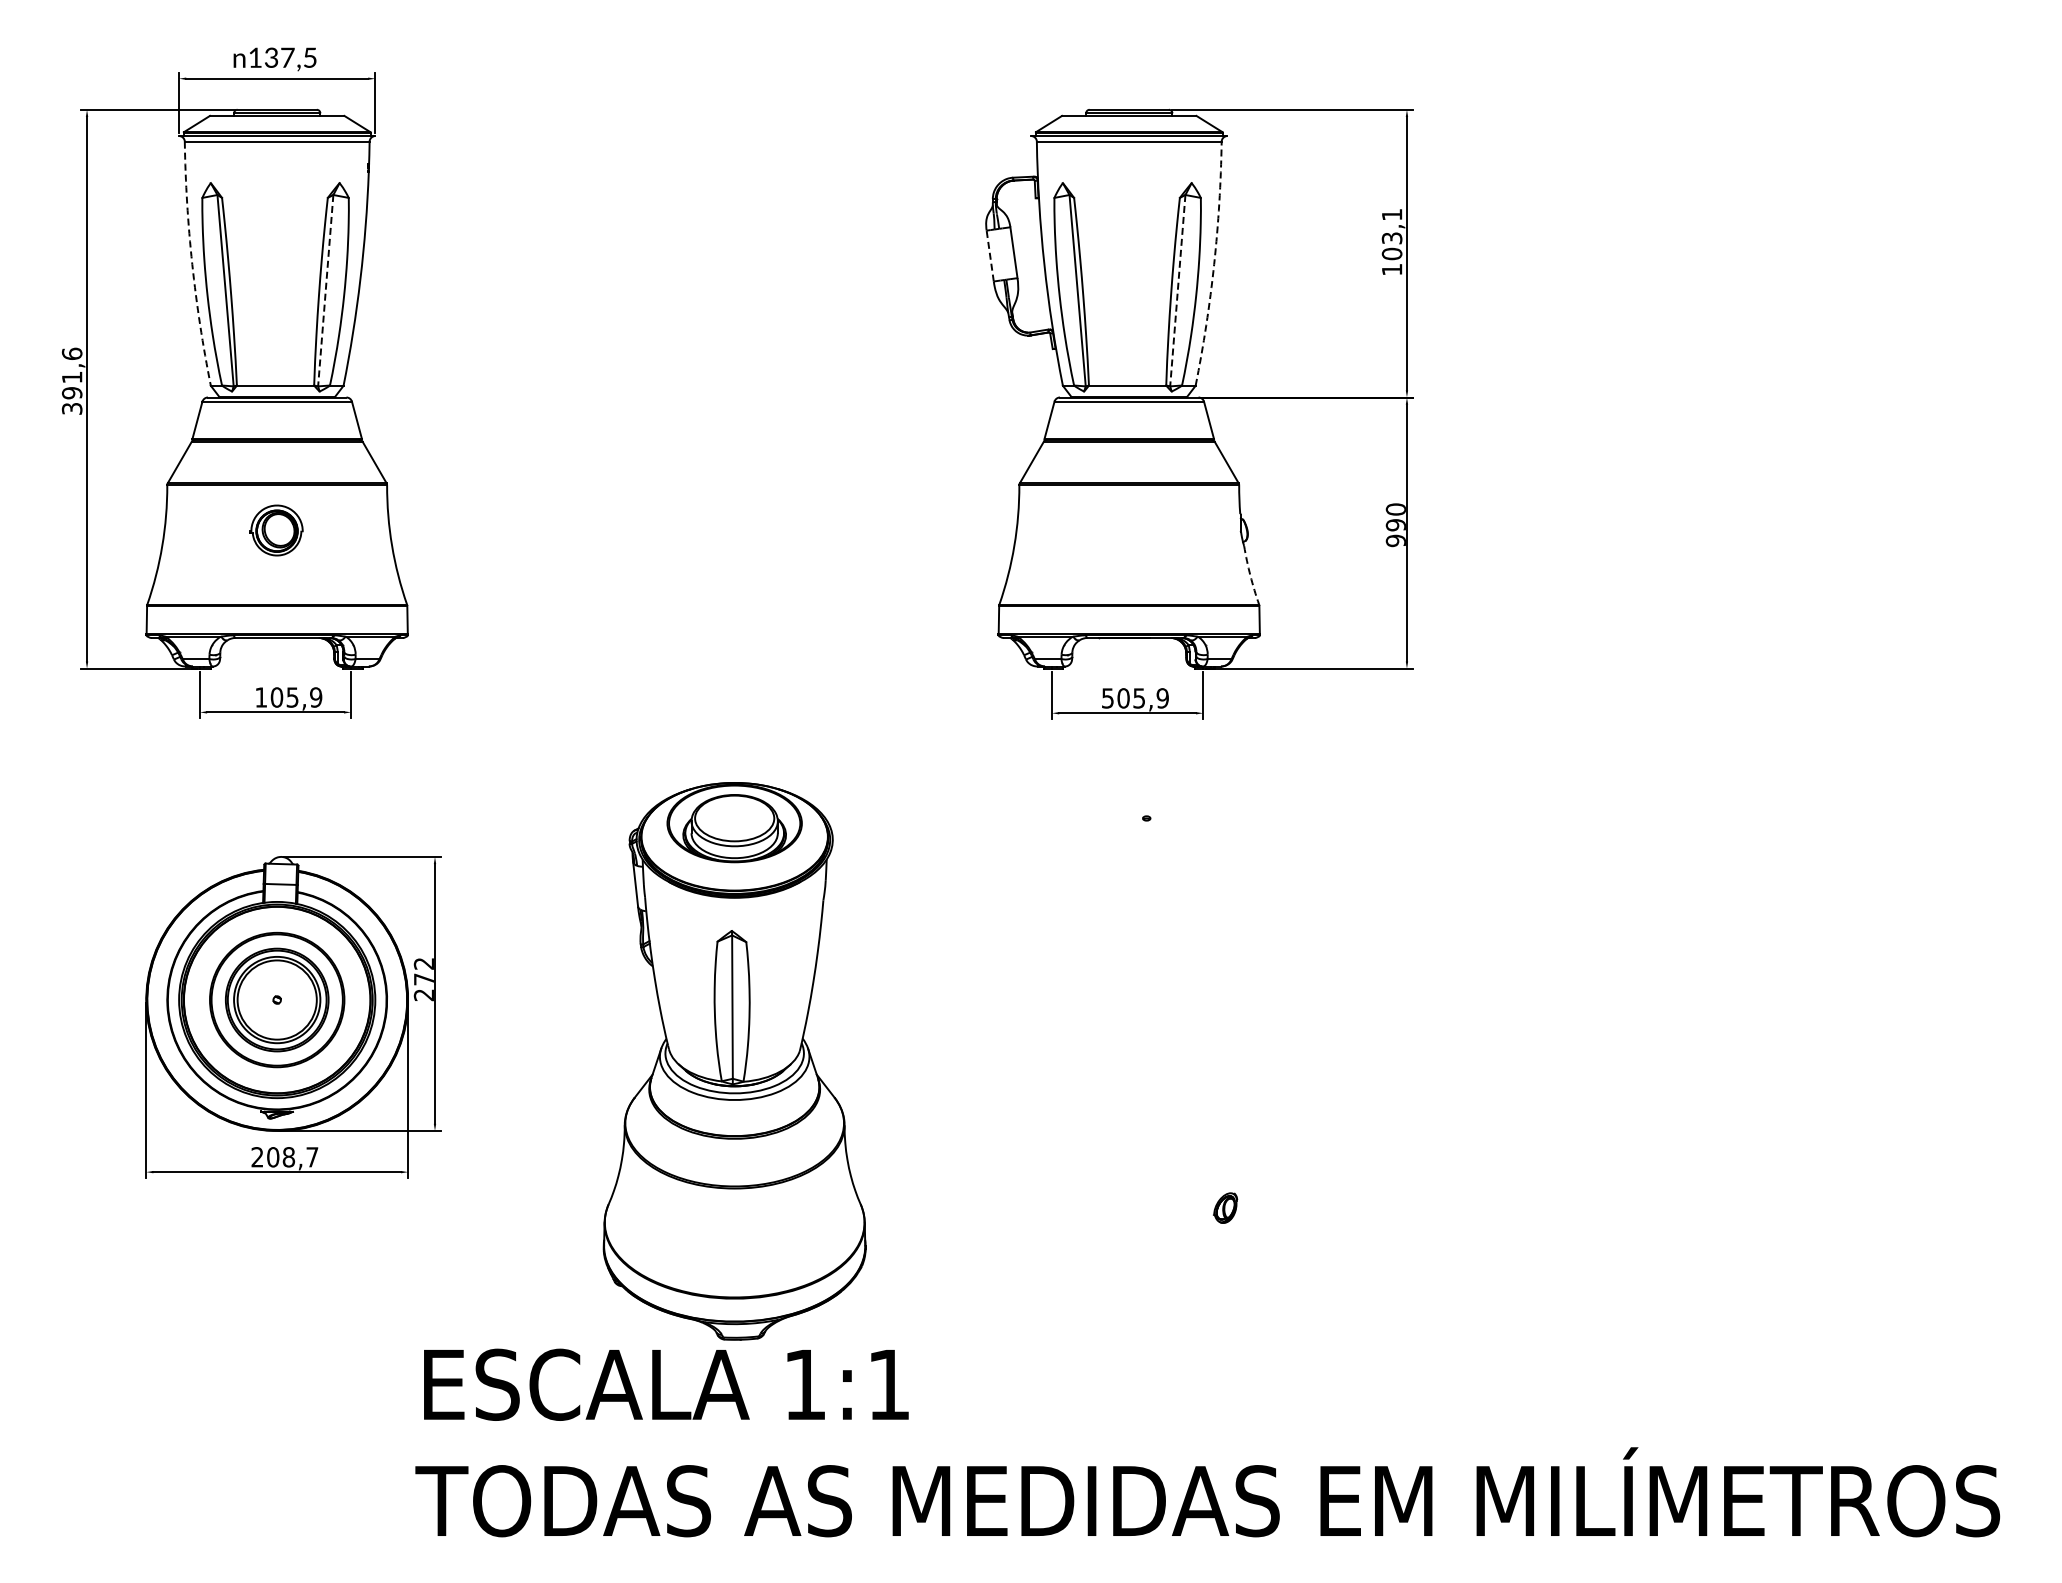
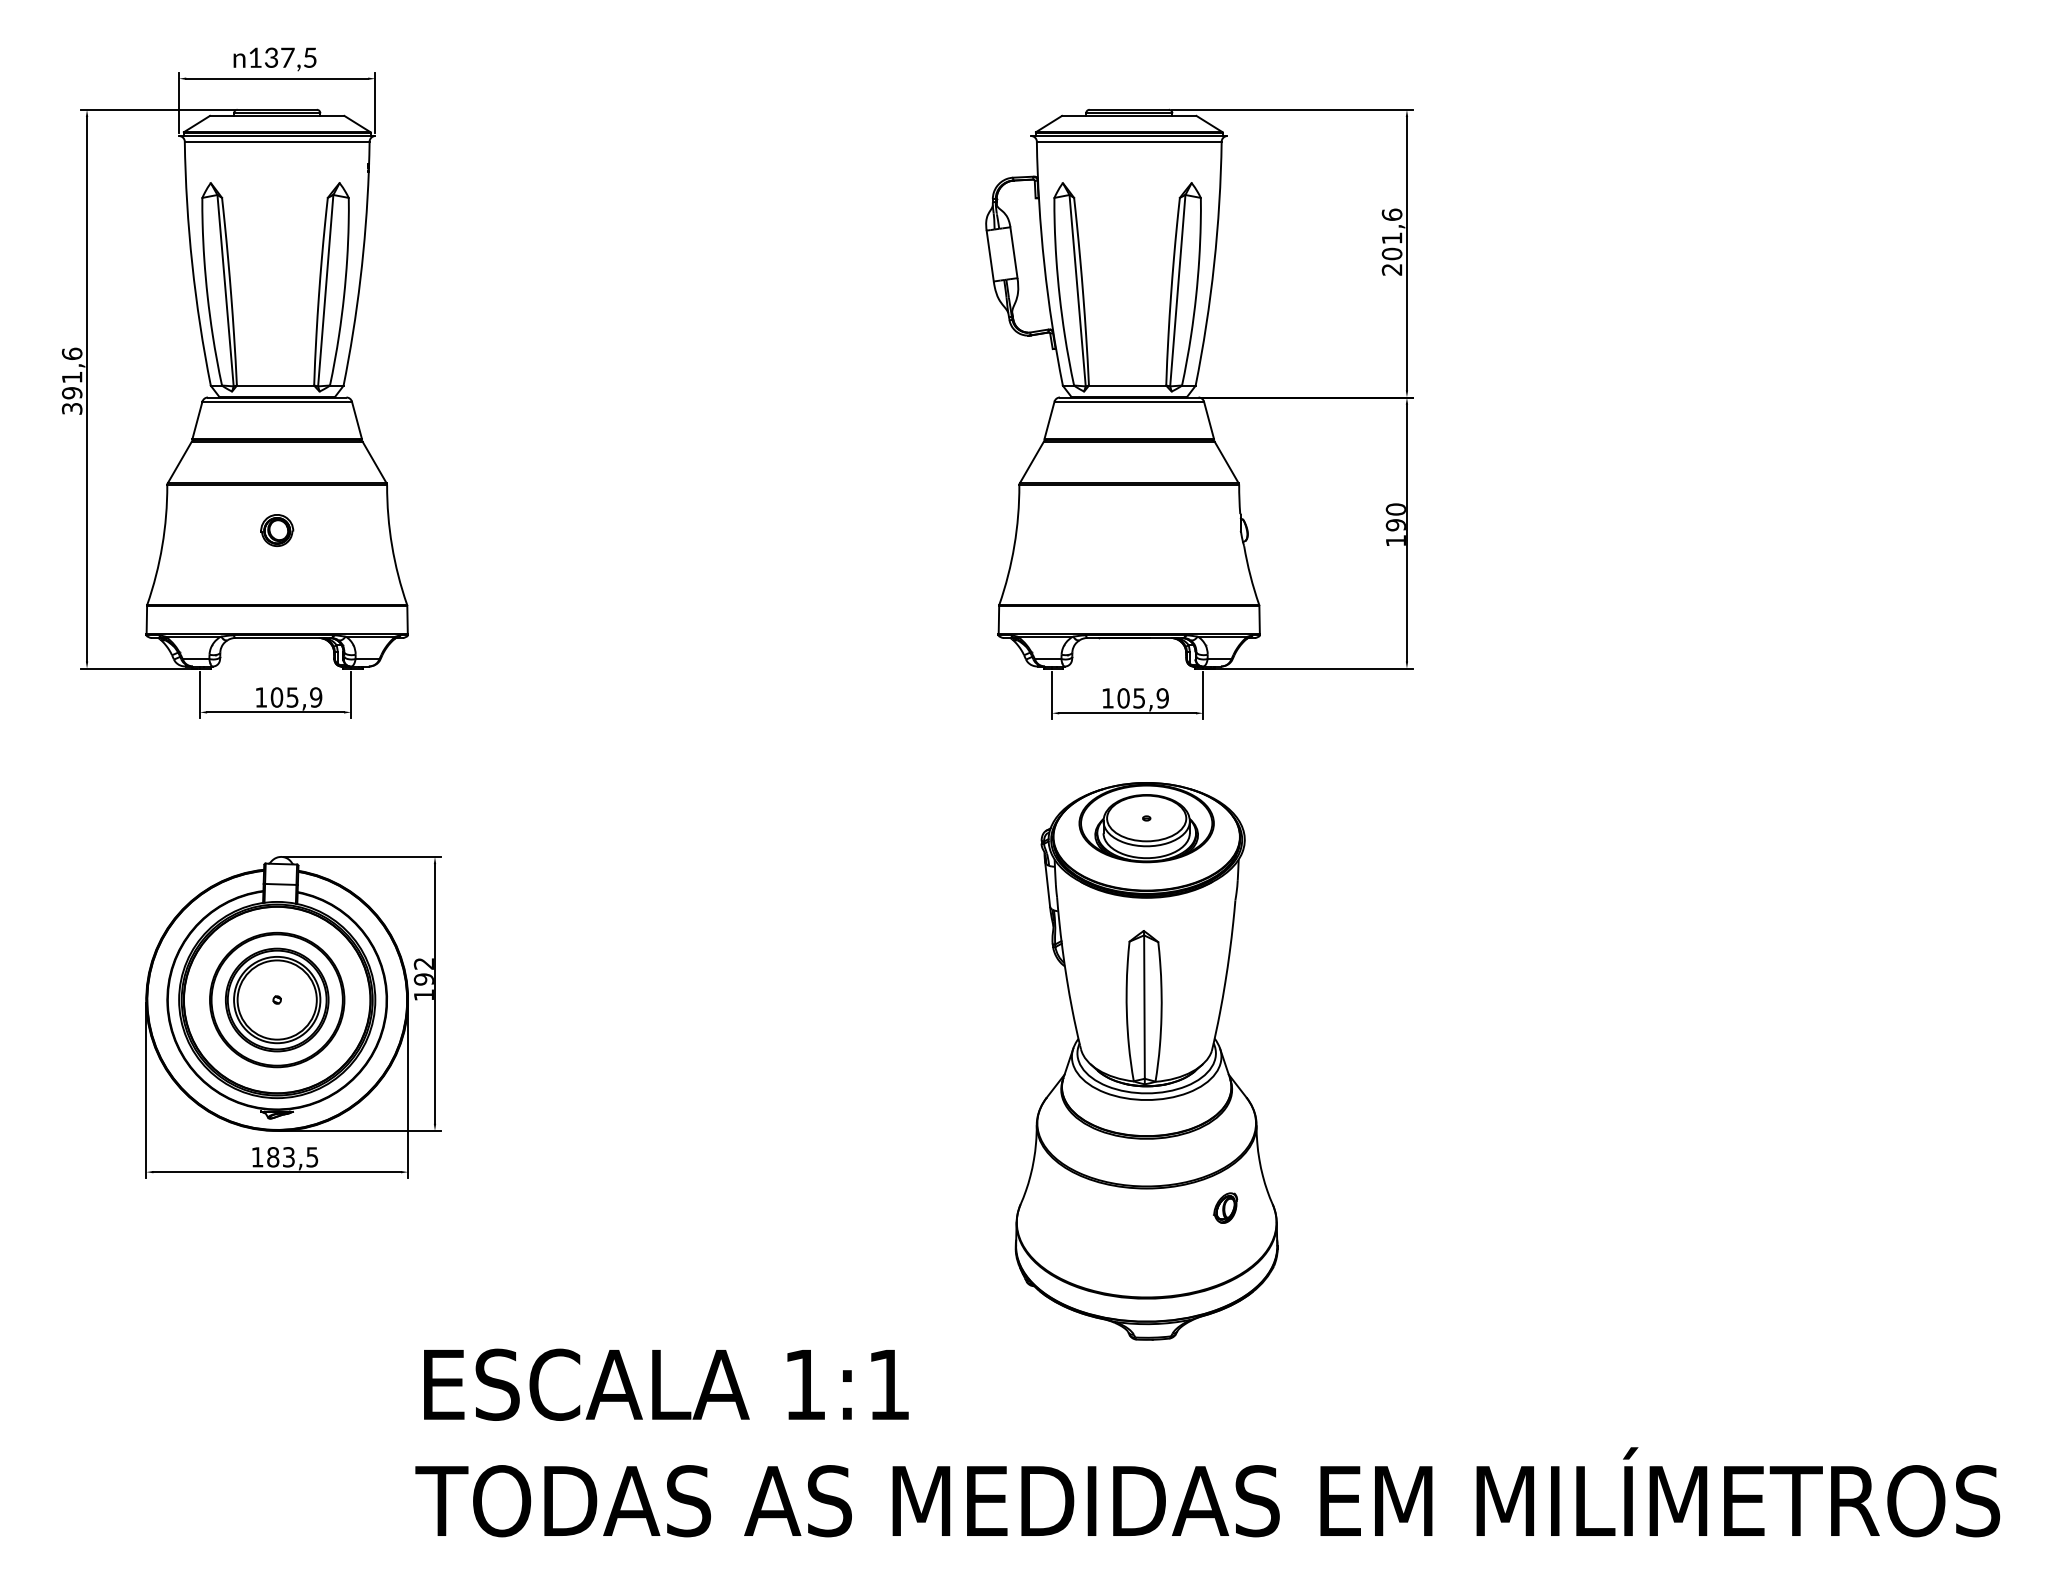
text at (1391, 241): 103,1 -> 201,6
line at (990, 256): dashed -> solid
arc at (192, 264): dashed -> solid
arc at (1214, 264): dashed -> solid
line at (325, 290): dashed -> solid
line at (1177, 290): dashed -> solid
part at (276, 530) size: 55x53 px -> 35x33 px
text at (1395, 540): 990 -> 190
arc at (1250, 575): dashed -> solid
text at (1107, 698): 505,9 -> 105,9
text at (423, 987): 272 -> 192
part at (734, 1061) position: (734, 1061) -> (1146, 1061)
text at (284, 1157): 208,7 -> 183,5
